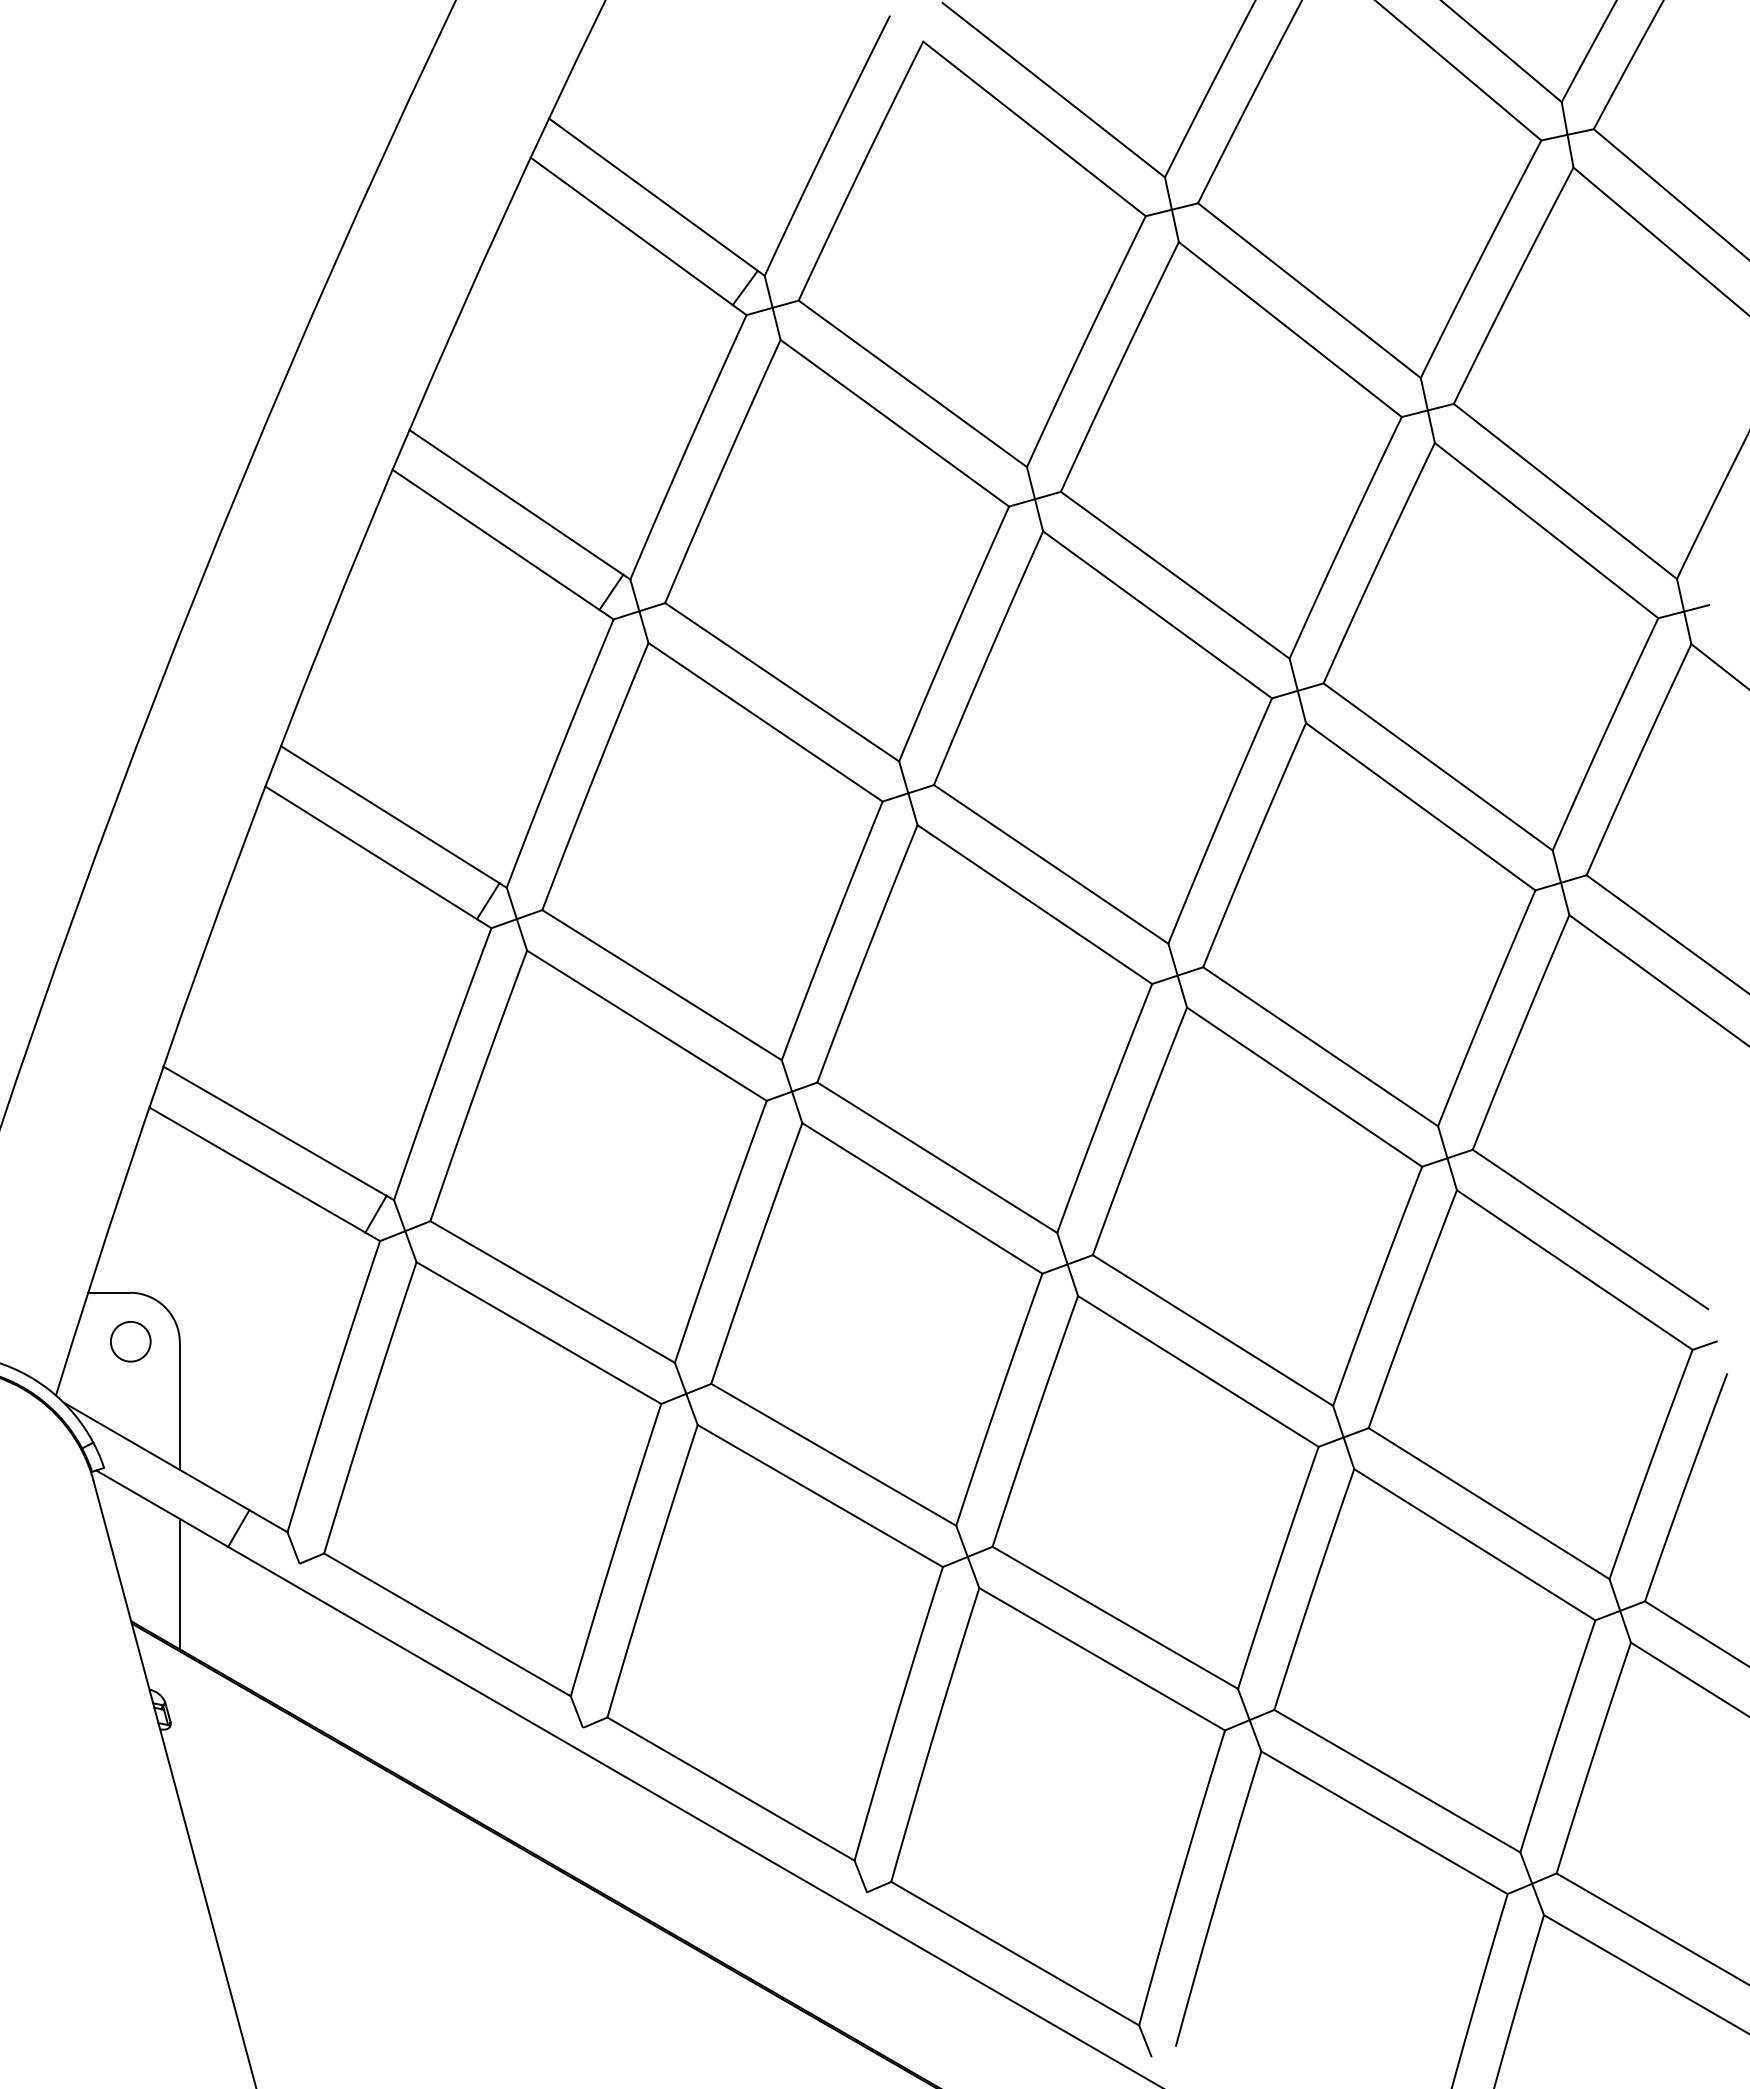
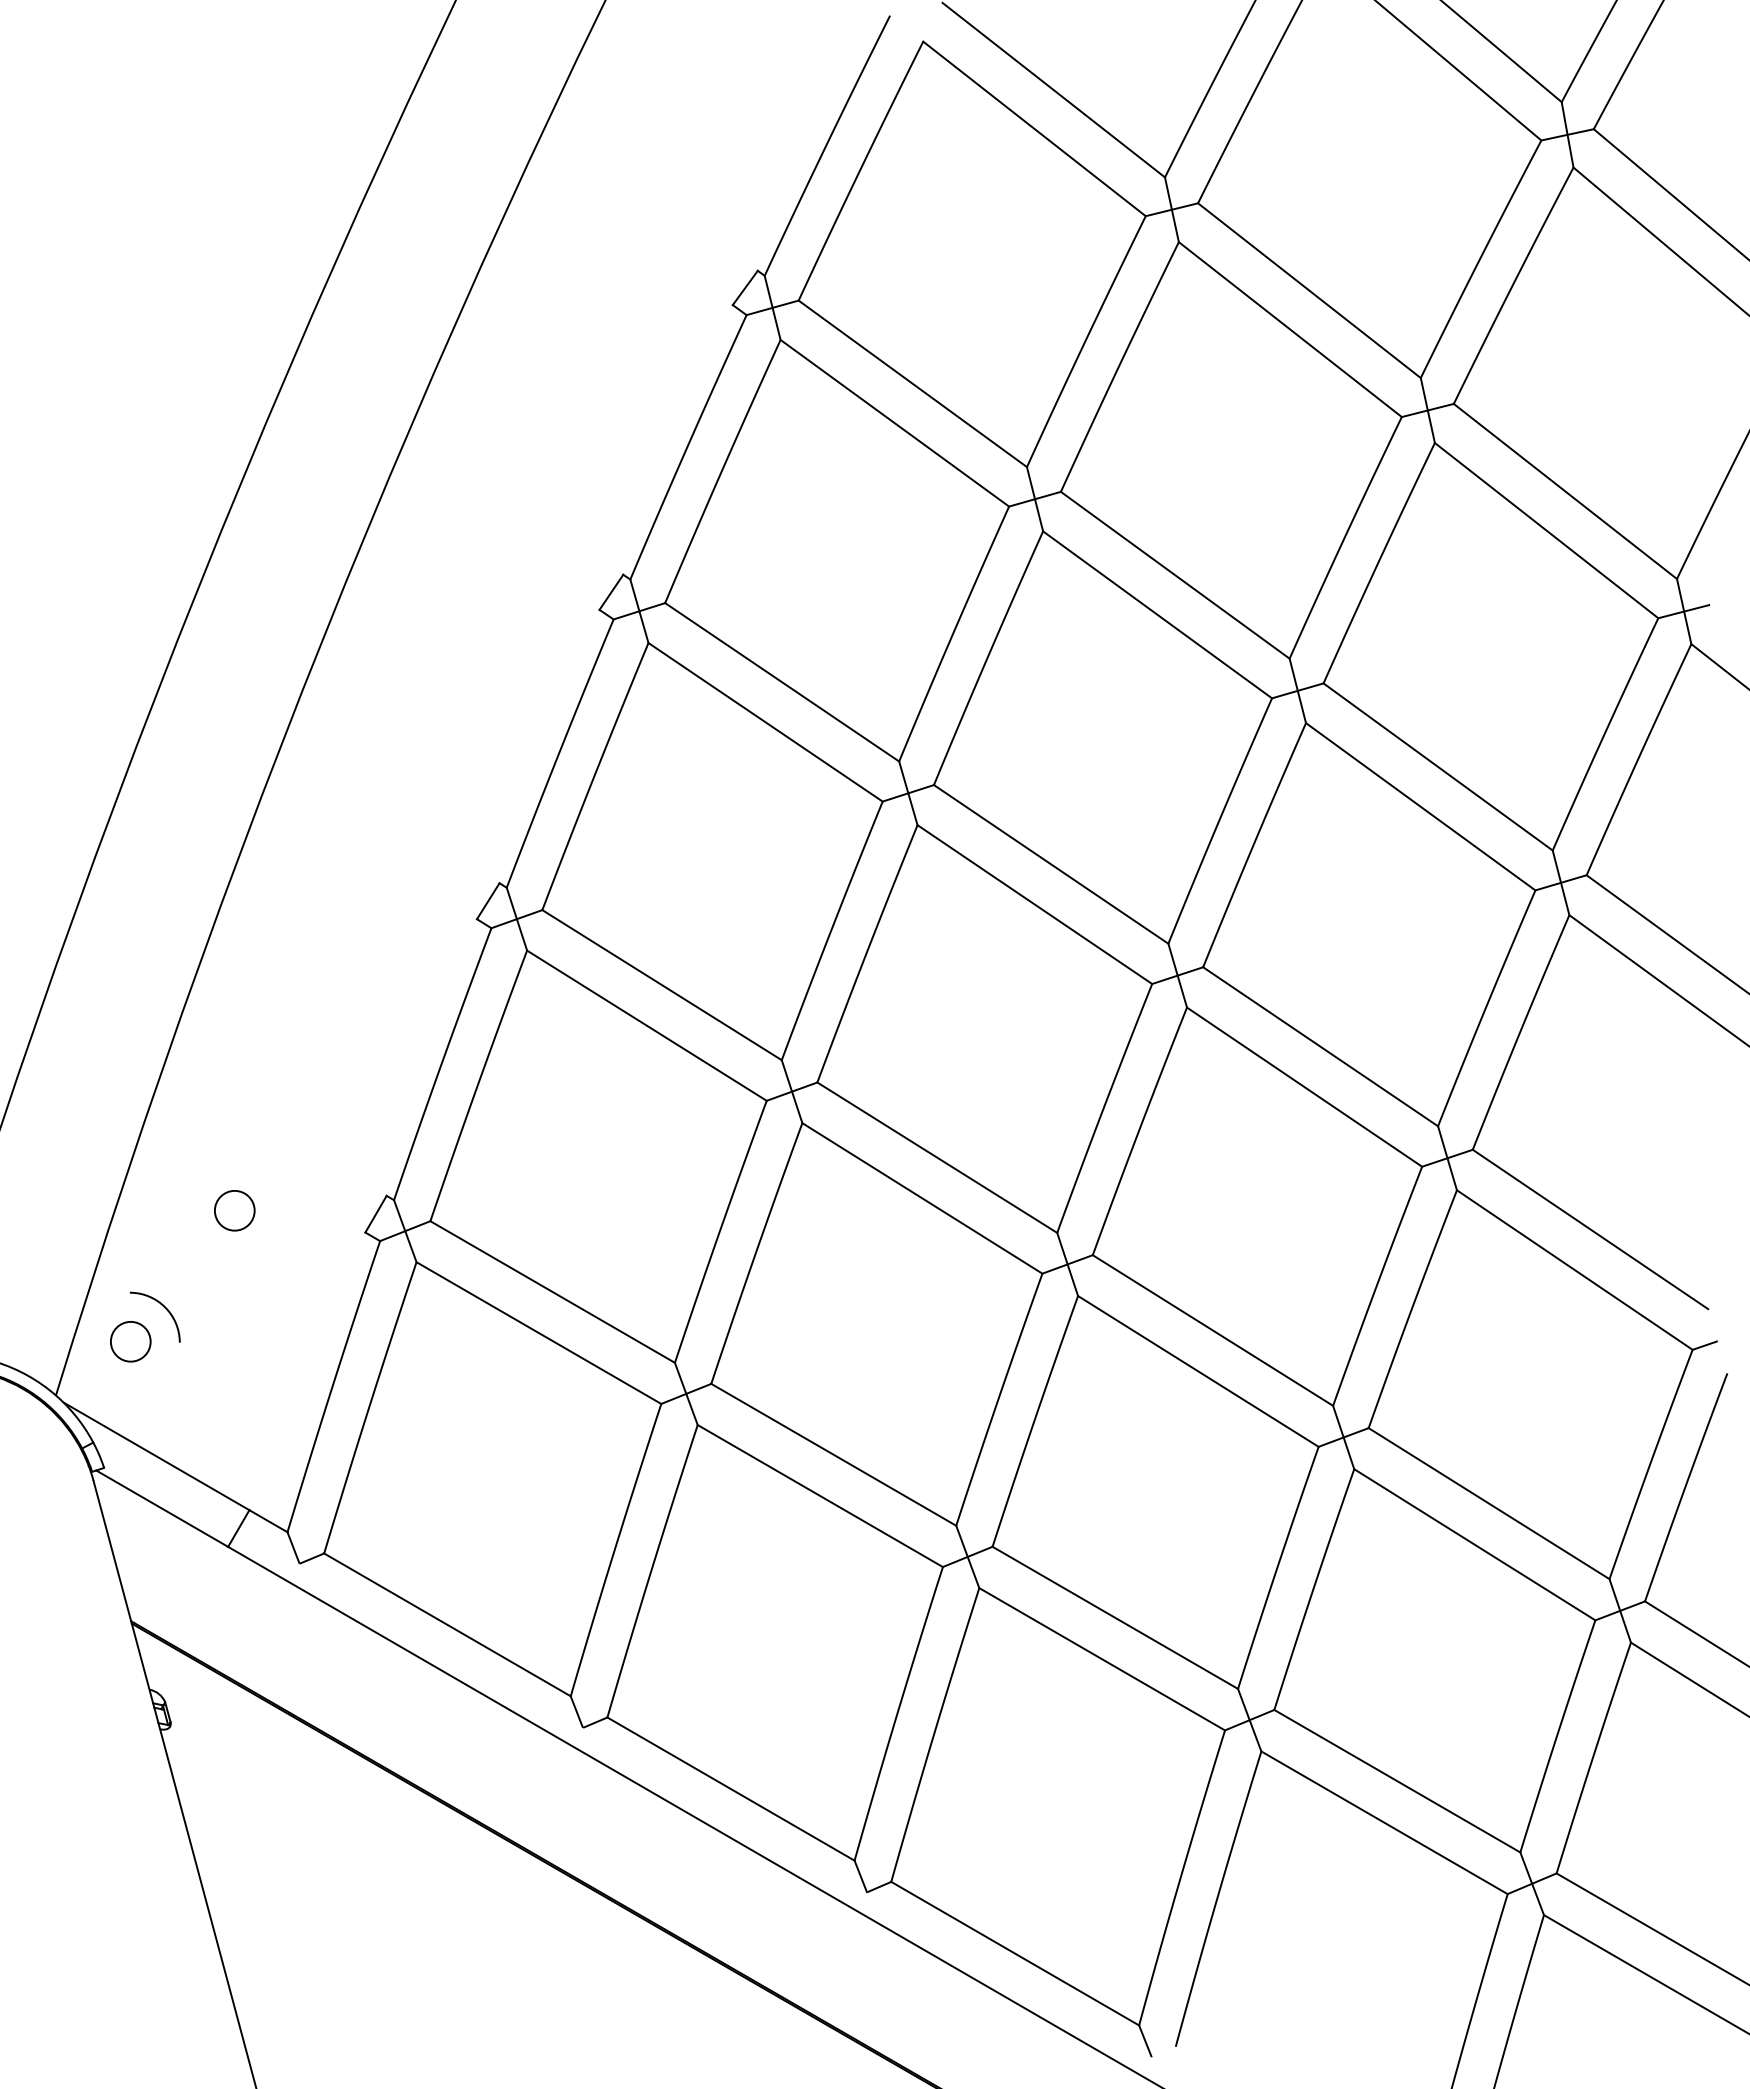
line at (653, 194): present -> none
line at (631, 231): present -> none
line at (516, 502): present -> none
line at (495, 539): present -> none
line at (389, 814): present -> none
line at (371, 852): present -> none
line at (274, 1130): present -> none
line at (257, 1169): present -> none
circle at (234, 1210): none -> present
line at (108, 1292): present -> none
line at (179, 1405): present -> none
line at (179, 1583): present -> none
